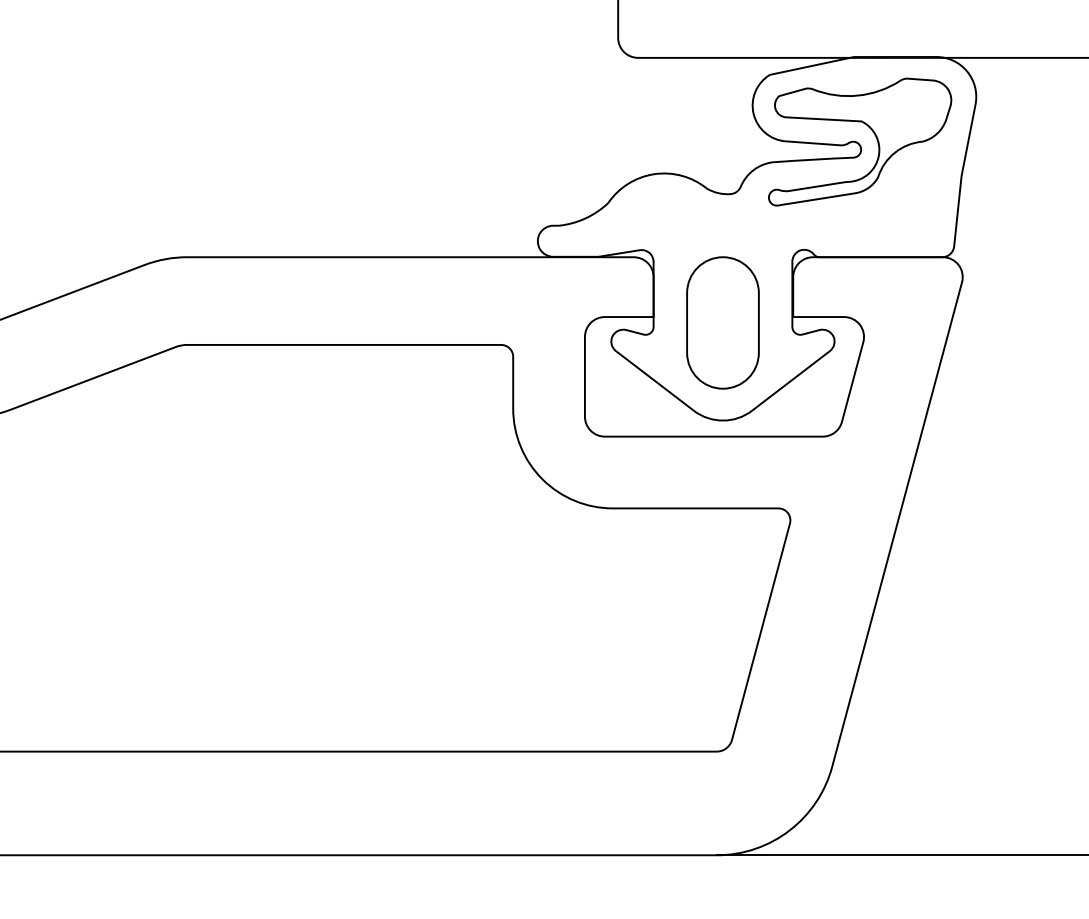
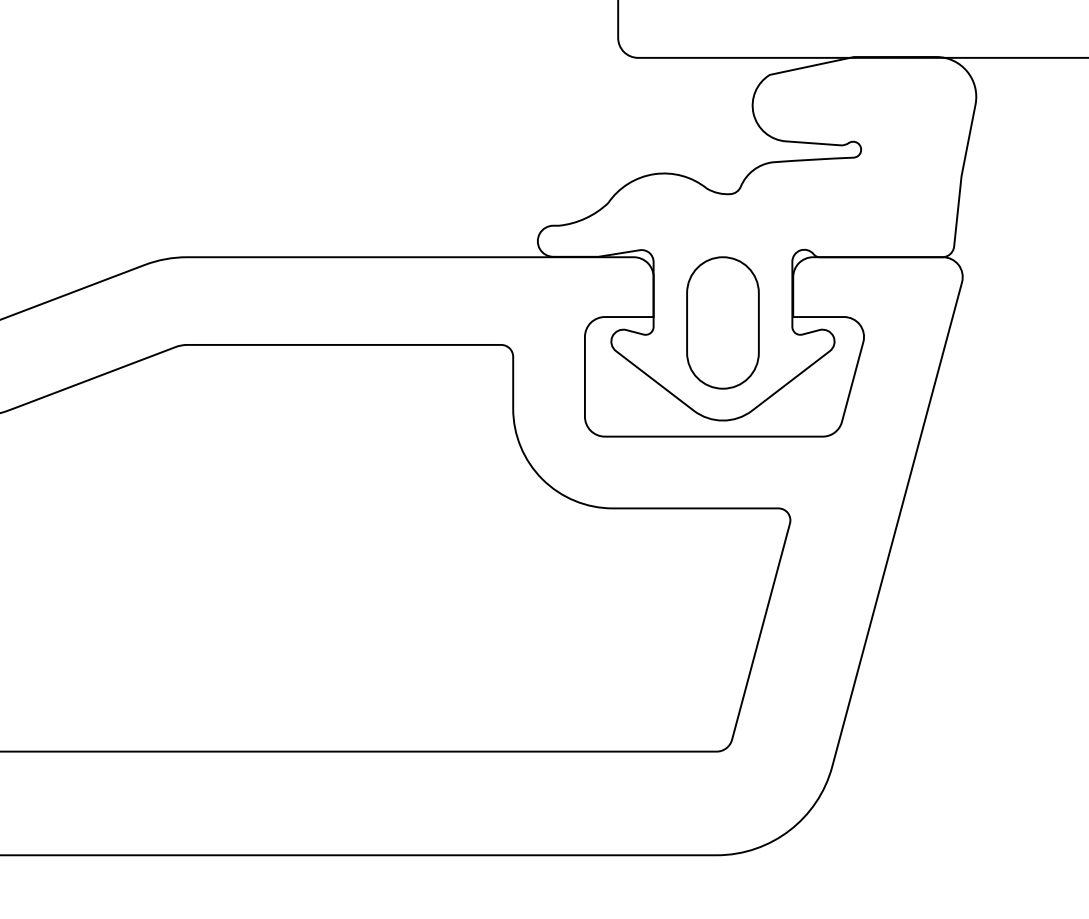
part at (872, 132): present -> none
line at (900, 855): present -> none
